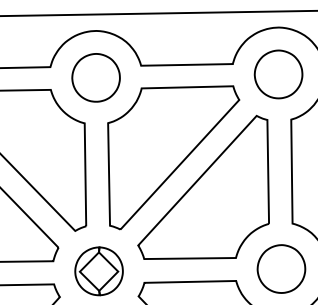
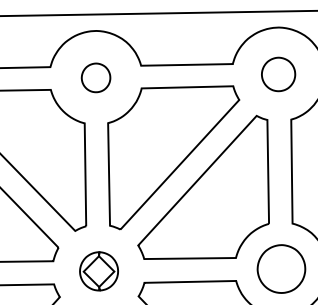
part at (278, 74) size: 51x51 px -> 36x37 px
part at (95, 77) size: 50x50 px -> 32x32 px
part at (98, 271) size: 50x51 px -> 40x41 px
